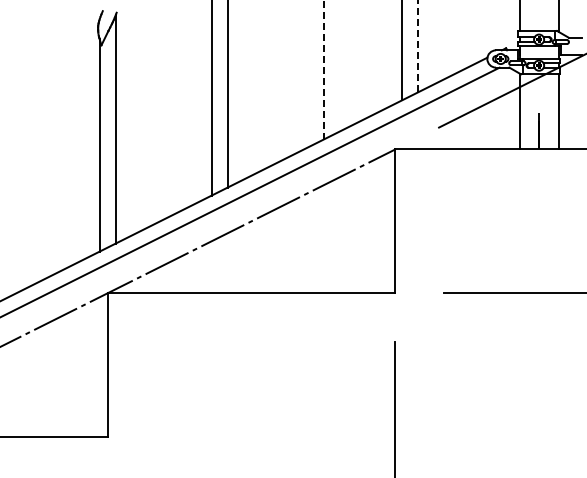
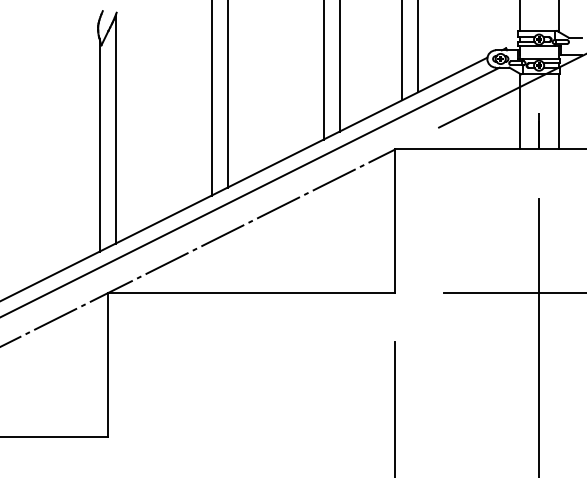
line at (418, 46): dashed -> solid
line at (340, 66): none -> present
line at (323, 70): dashed -> solid
line at (539, 336): none -> present
